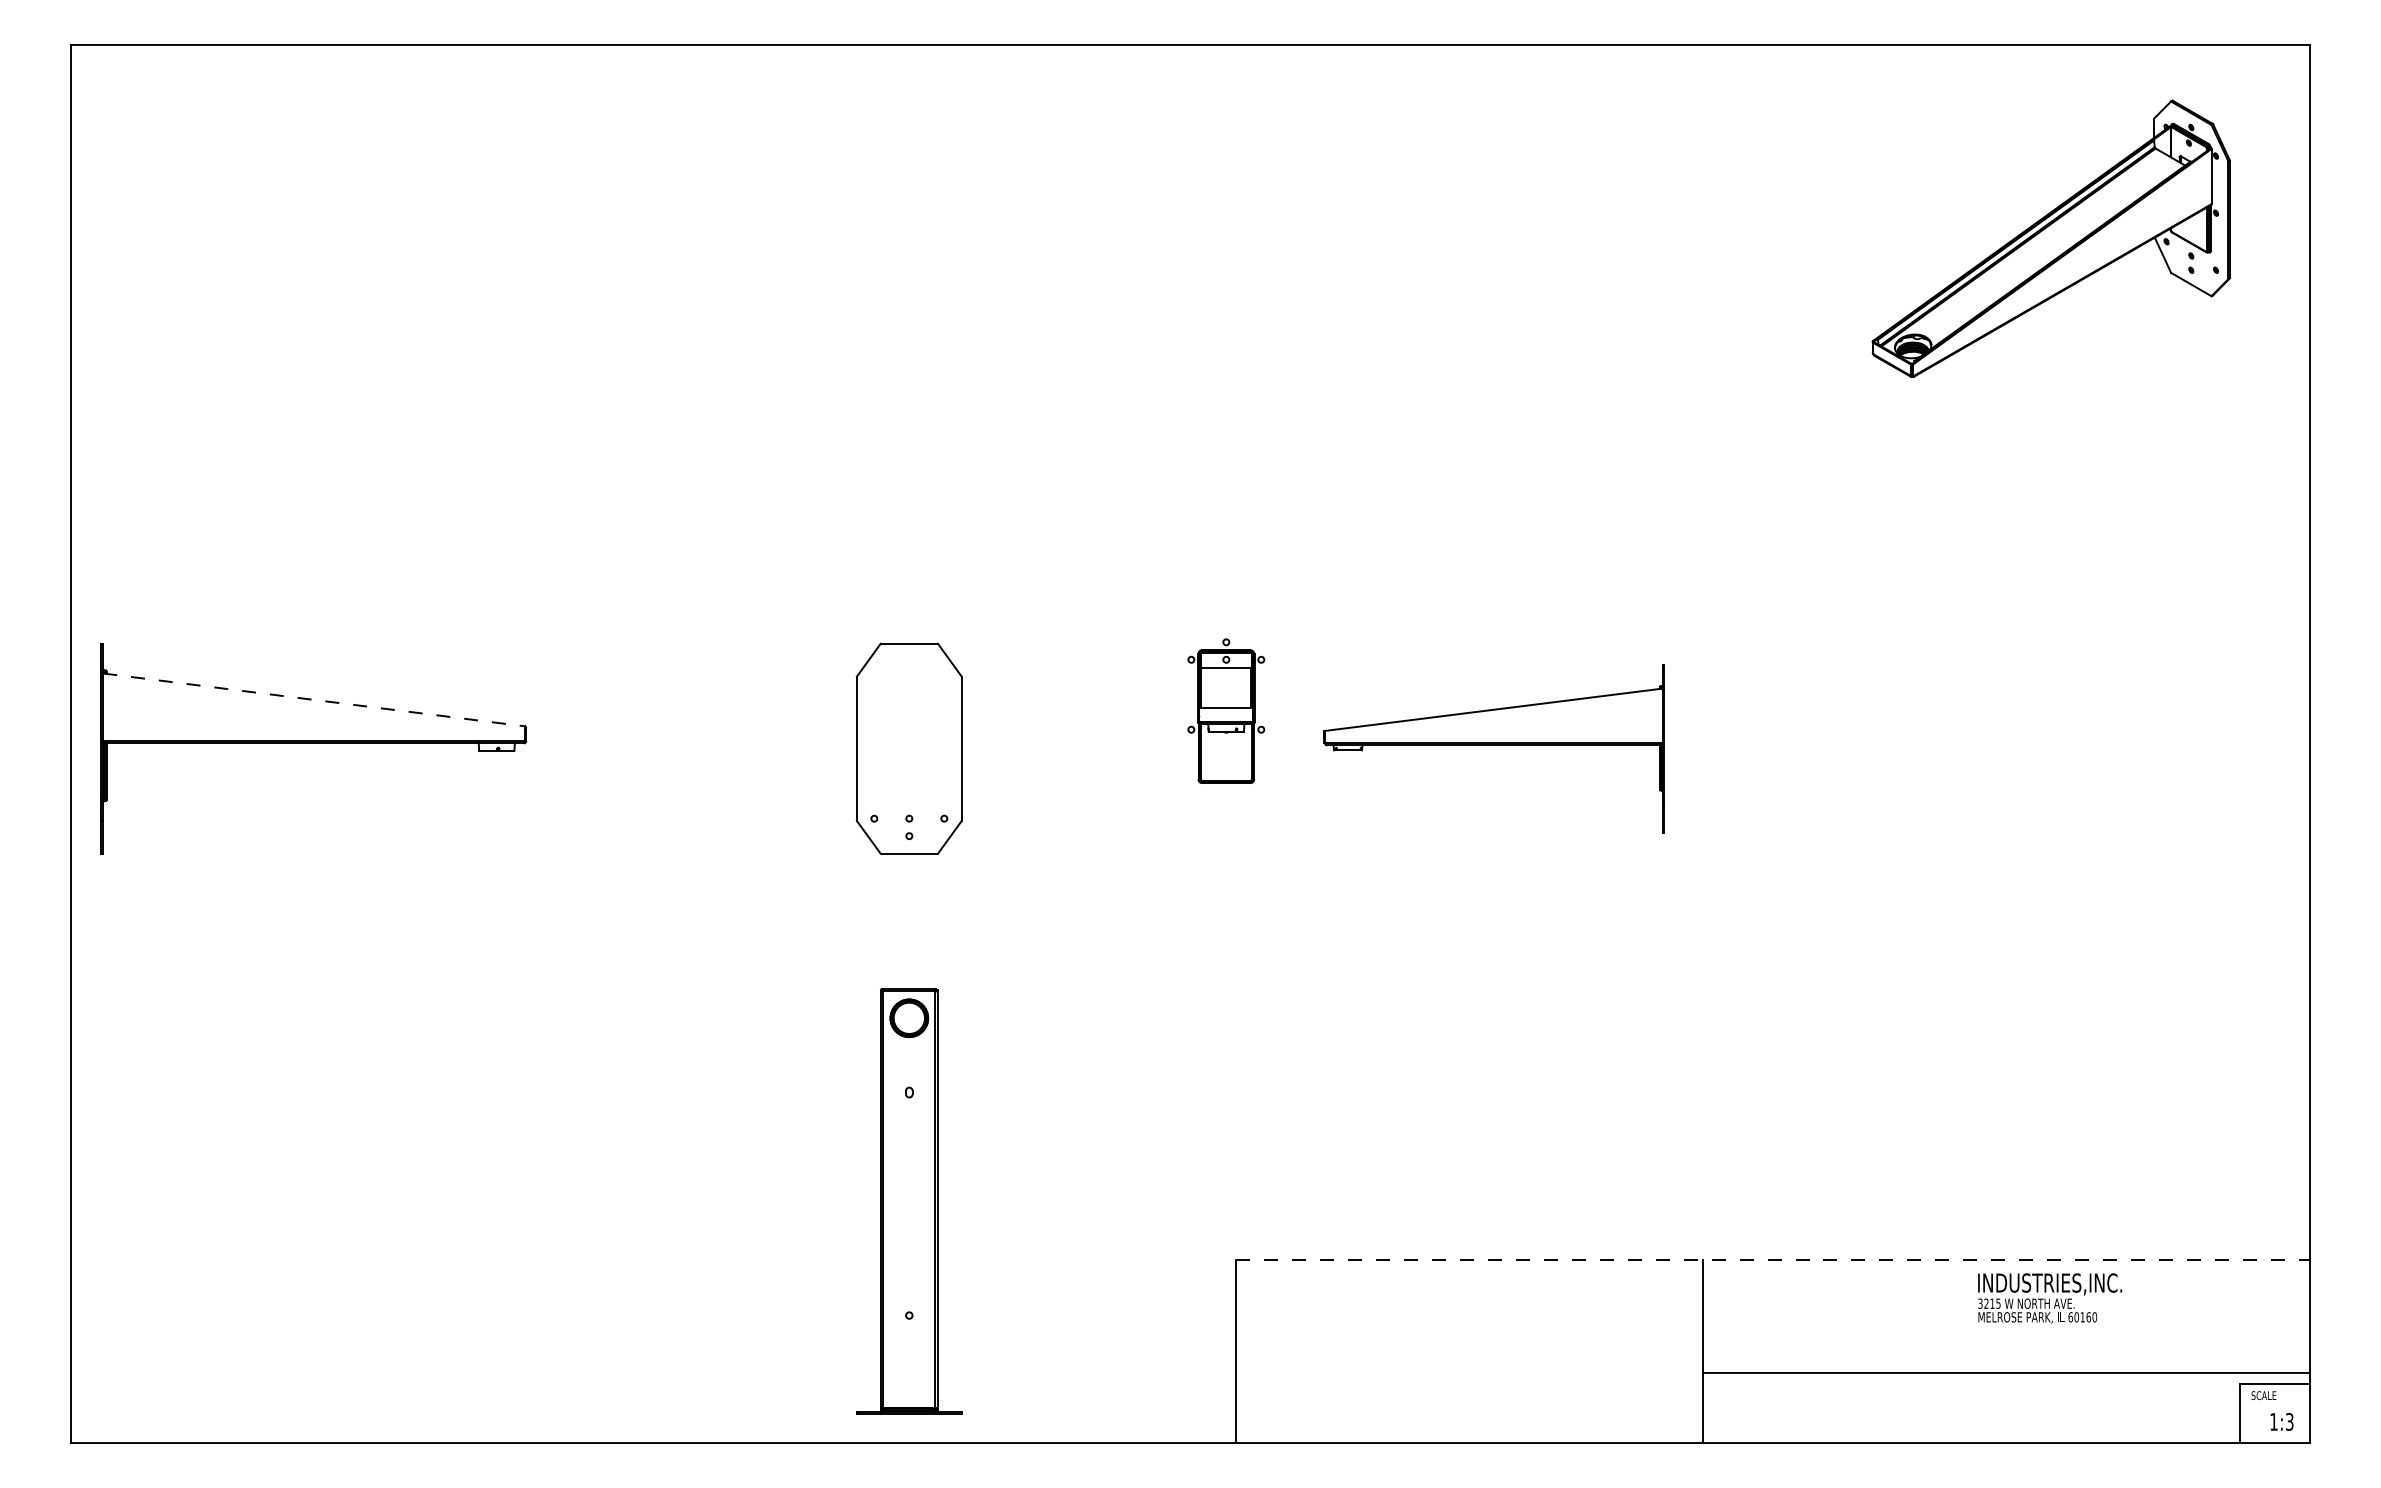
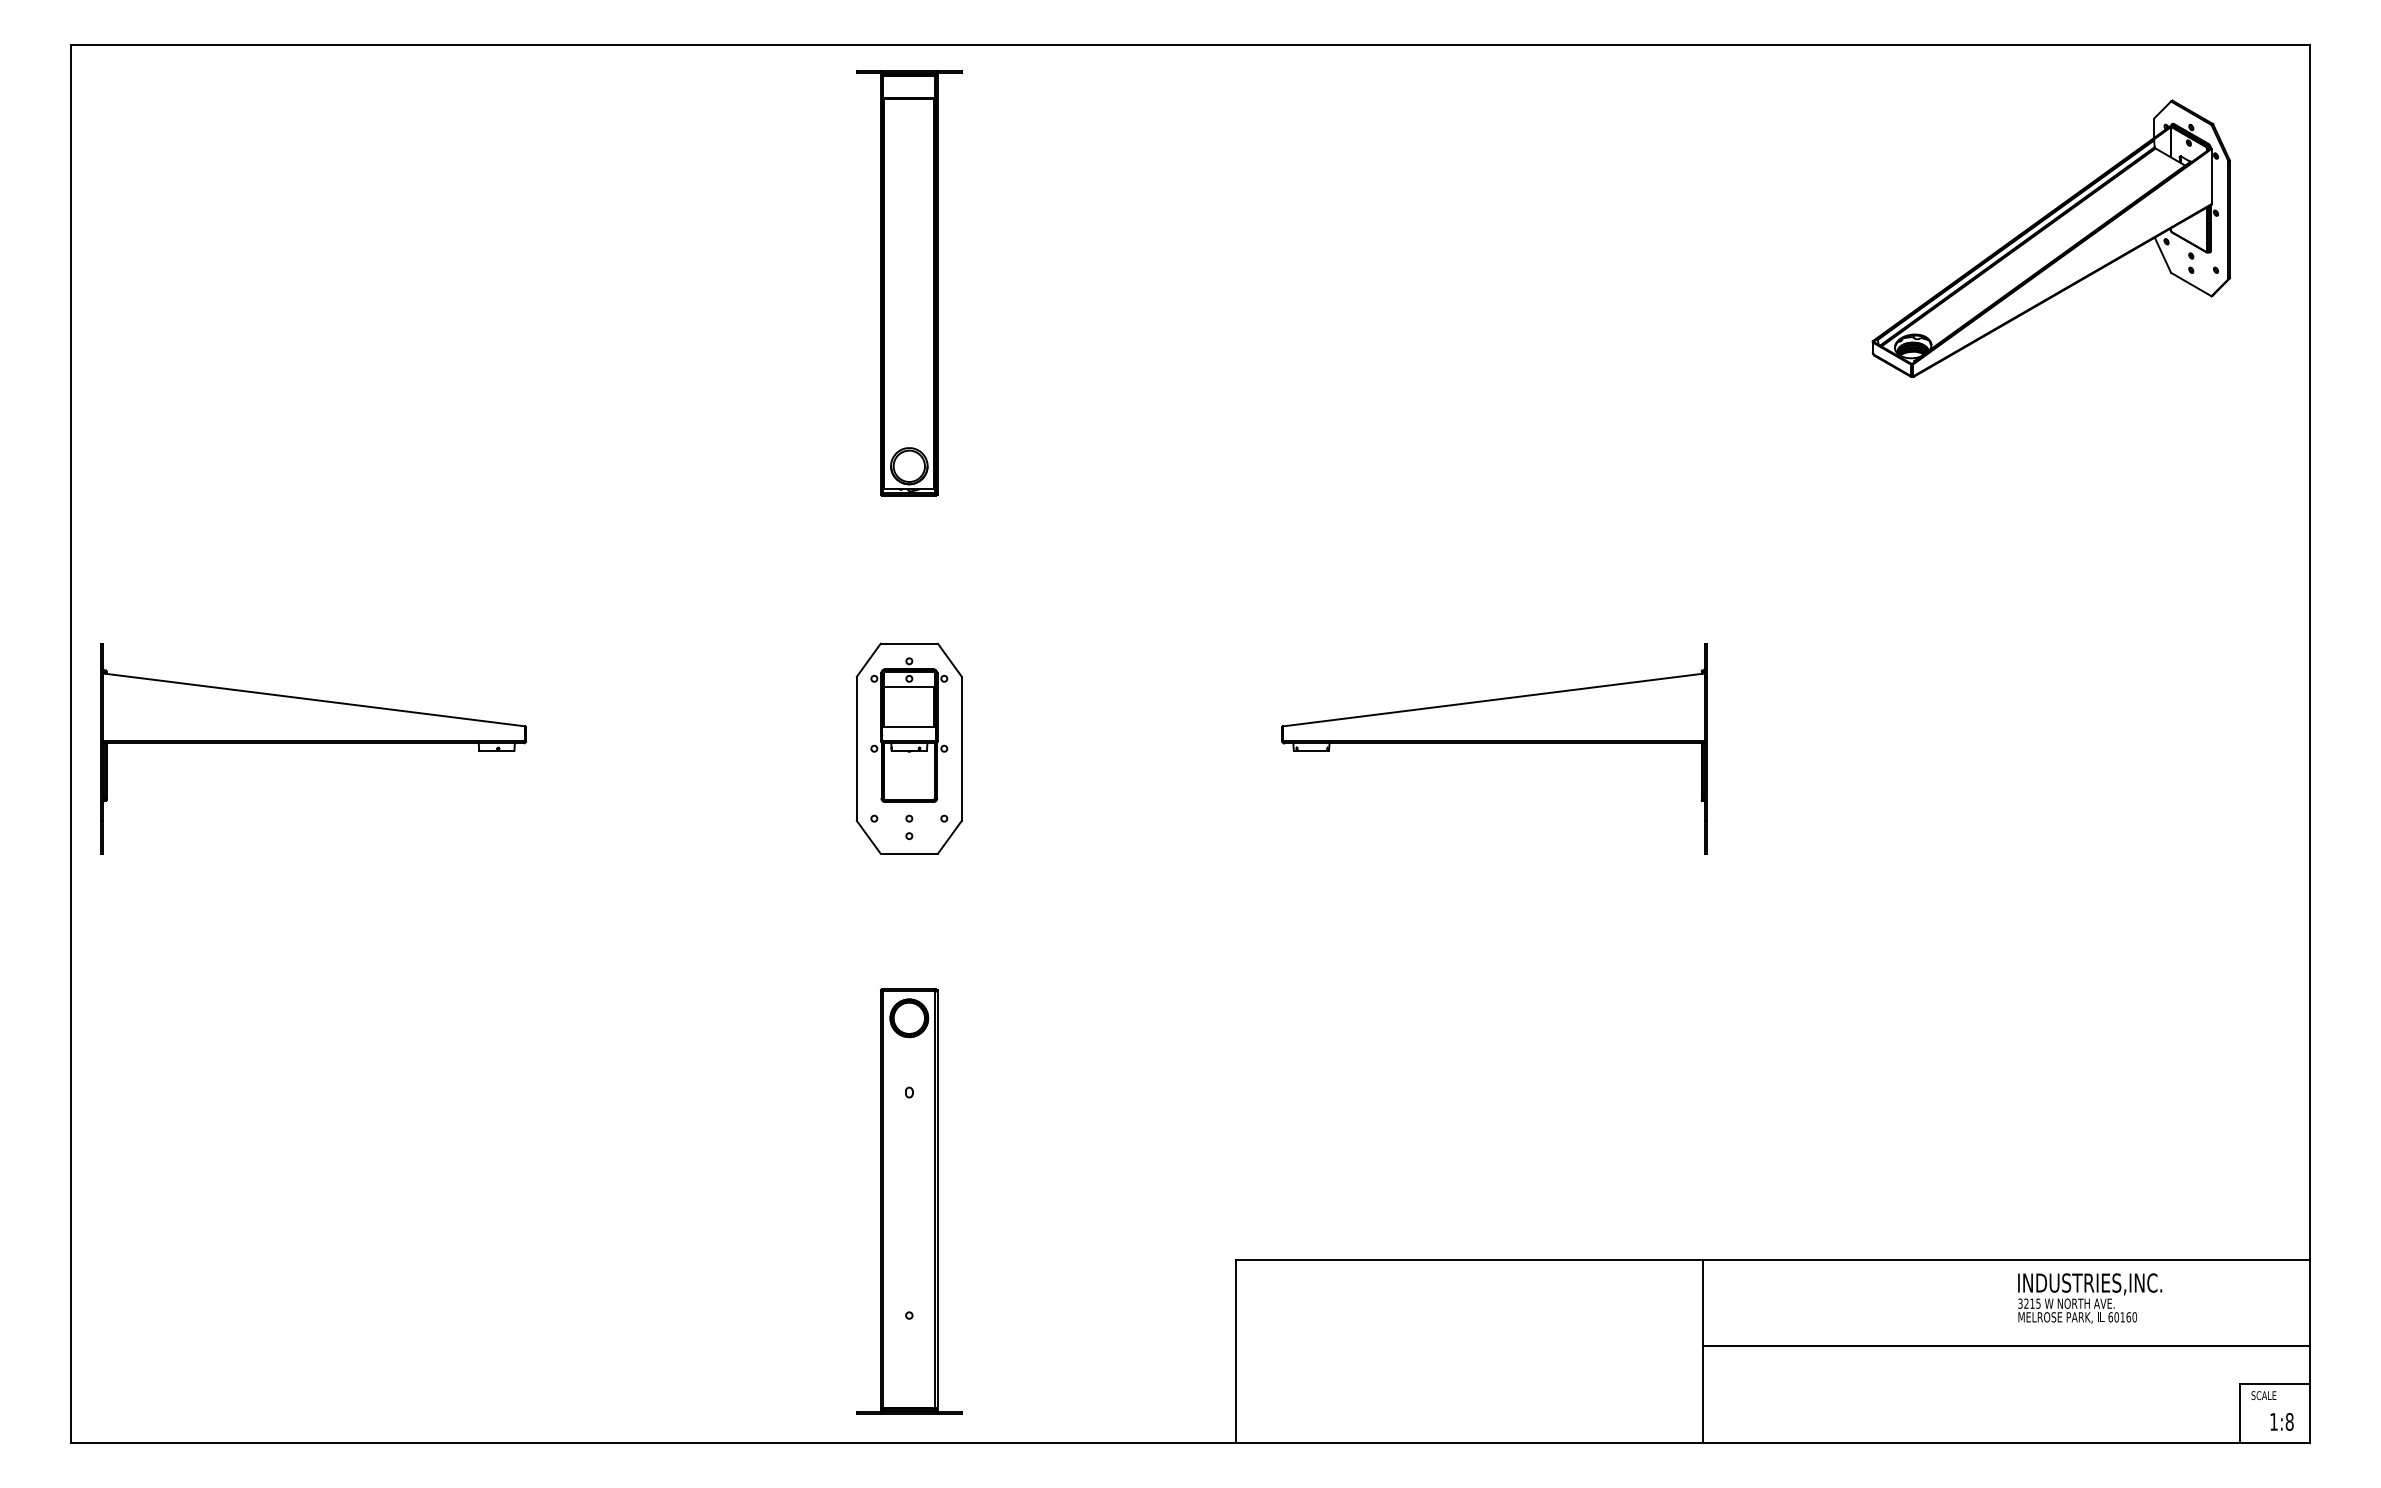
part at (909, 283): none -> present
line at (314, 699): dashed -> solid
part at (1226, 710) position: (1226, 710) -> (909, 729)
part at (1493, 748) size: 342x170 px -> 427x212 px
line at (1772, 1260): dashed -> solid
text at (2050, 1298) position: (2050, 1298) -> (2090, 1298)
line at (2006, 1372) position: (2006, 1372) -> (2006, 1345)
text at (2289, 1421): 1:3 -> 1:8
